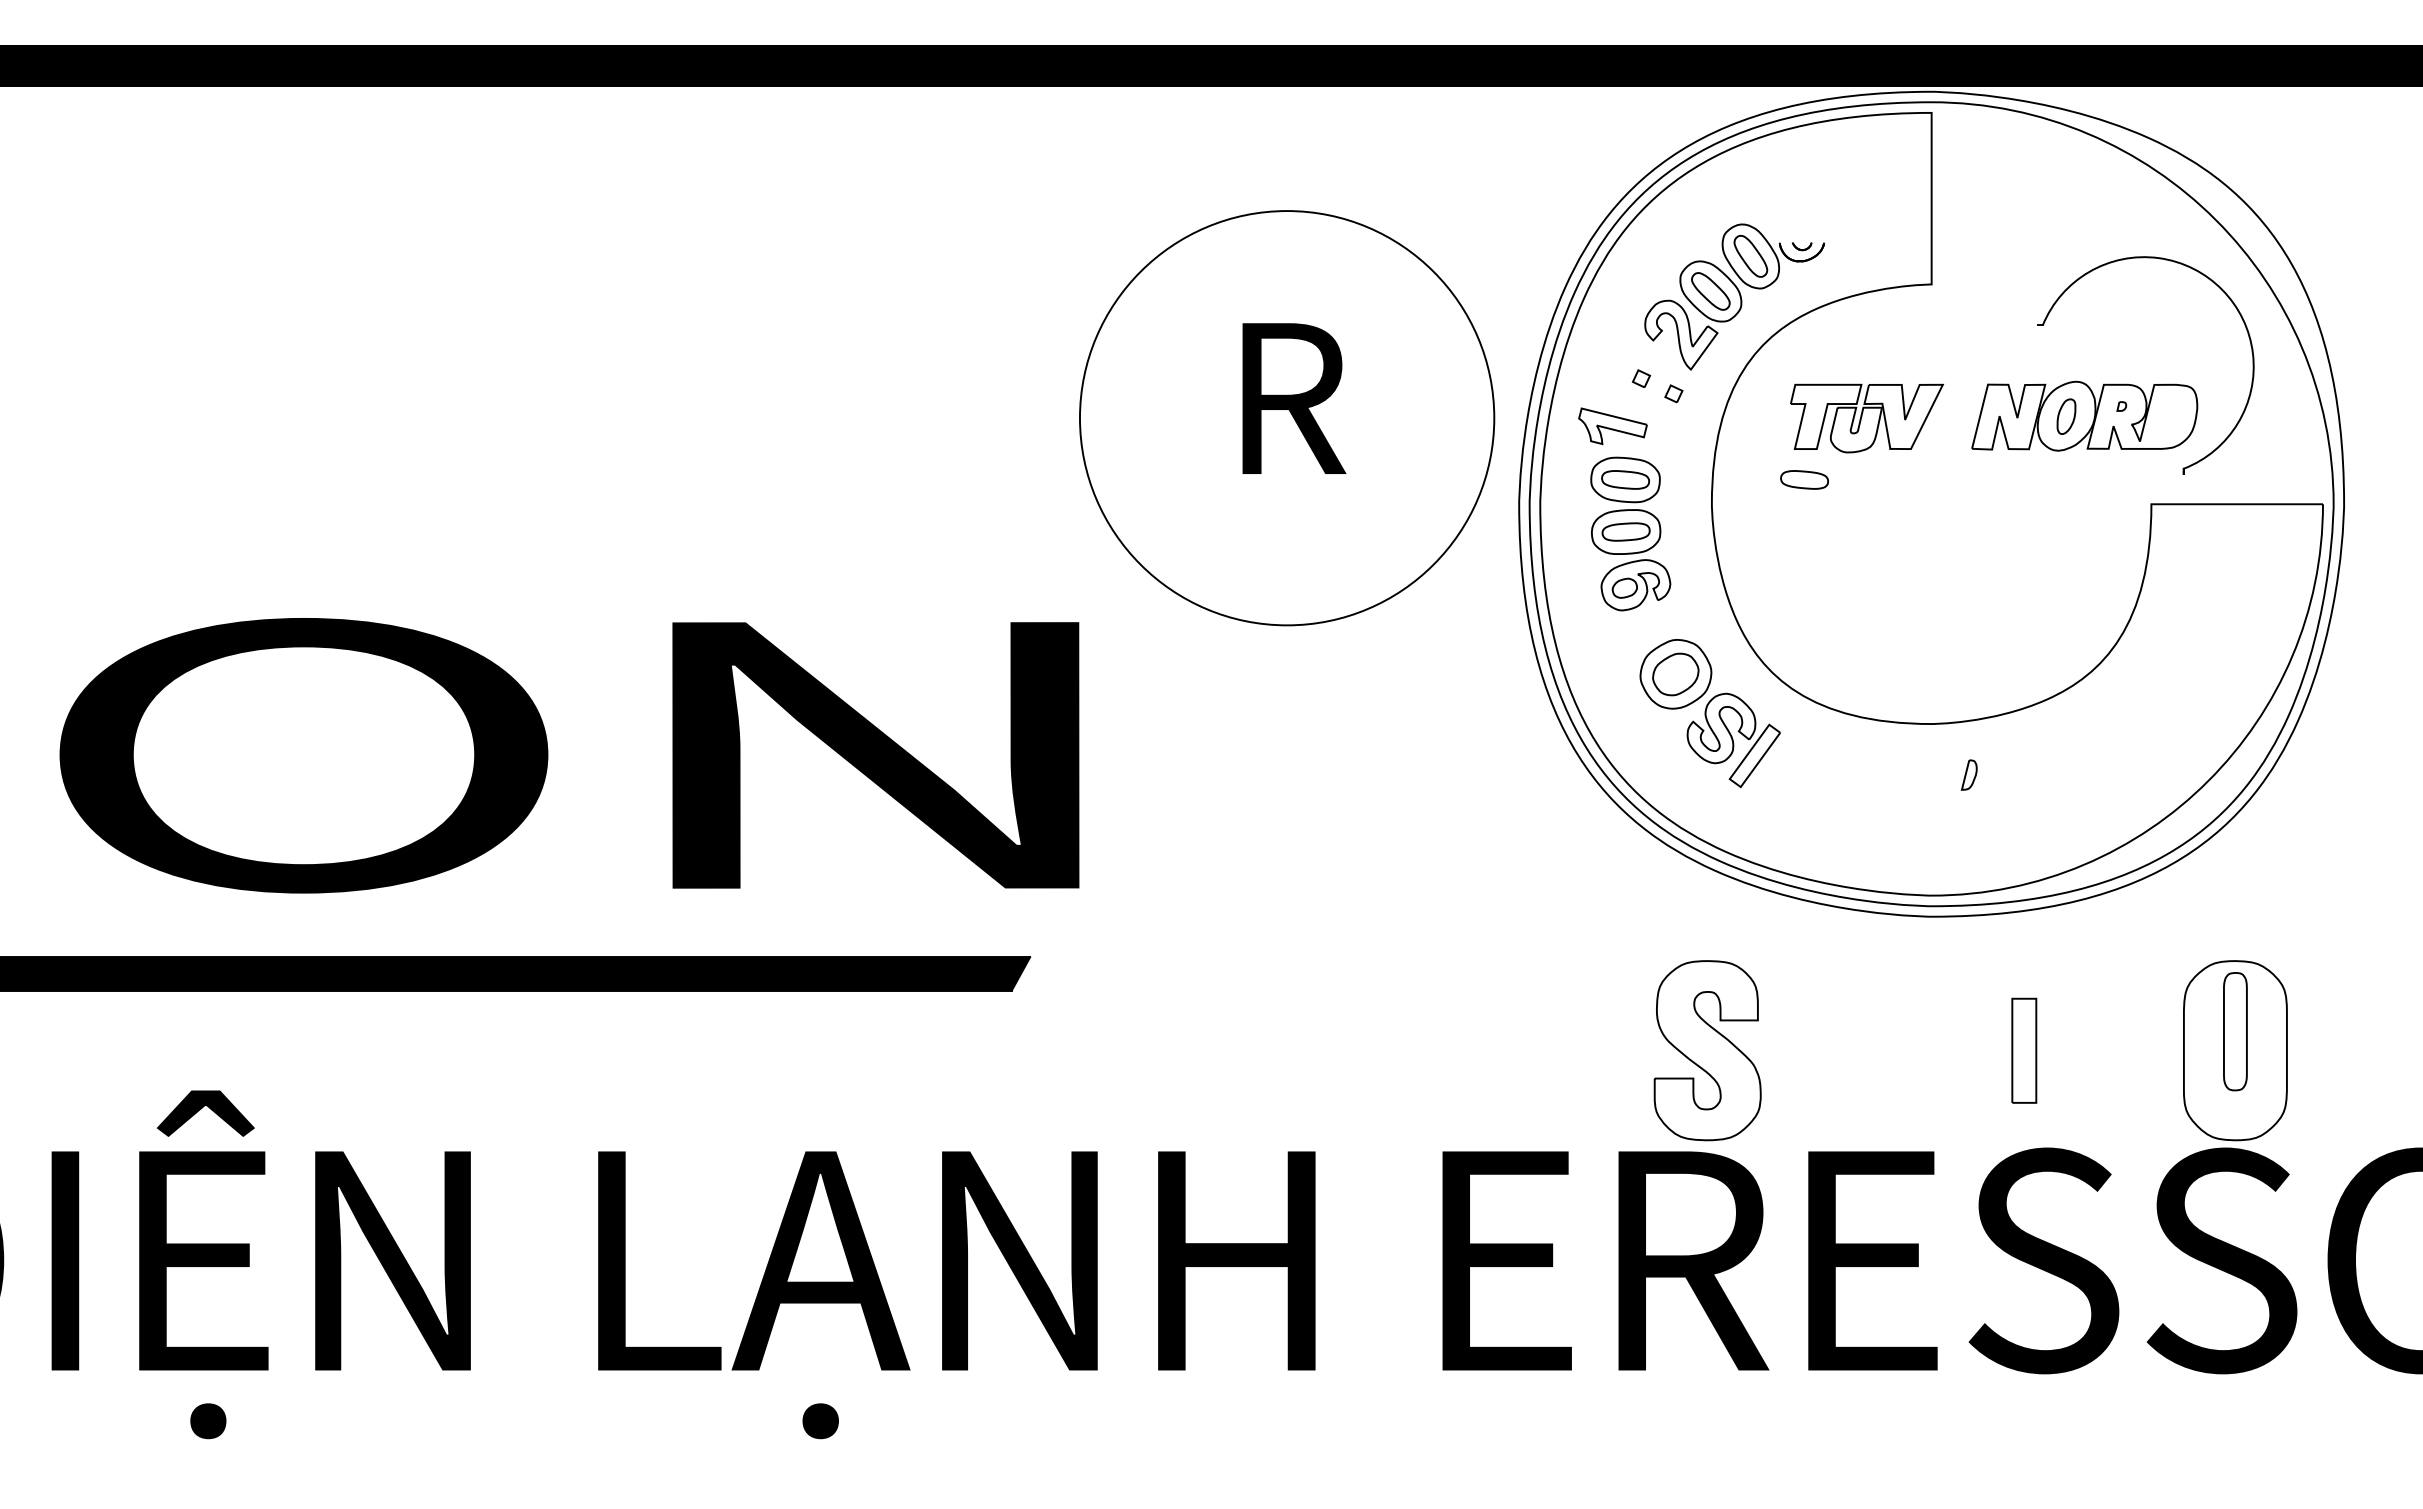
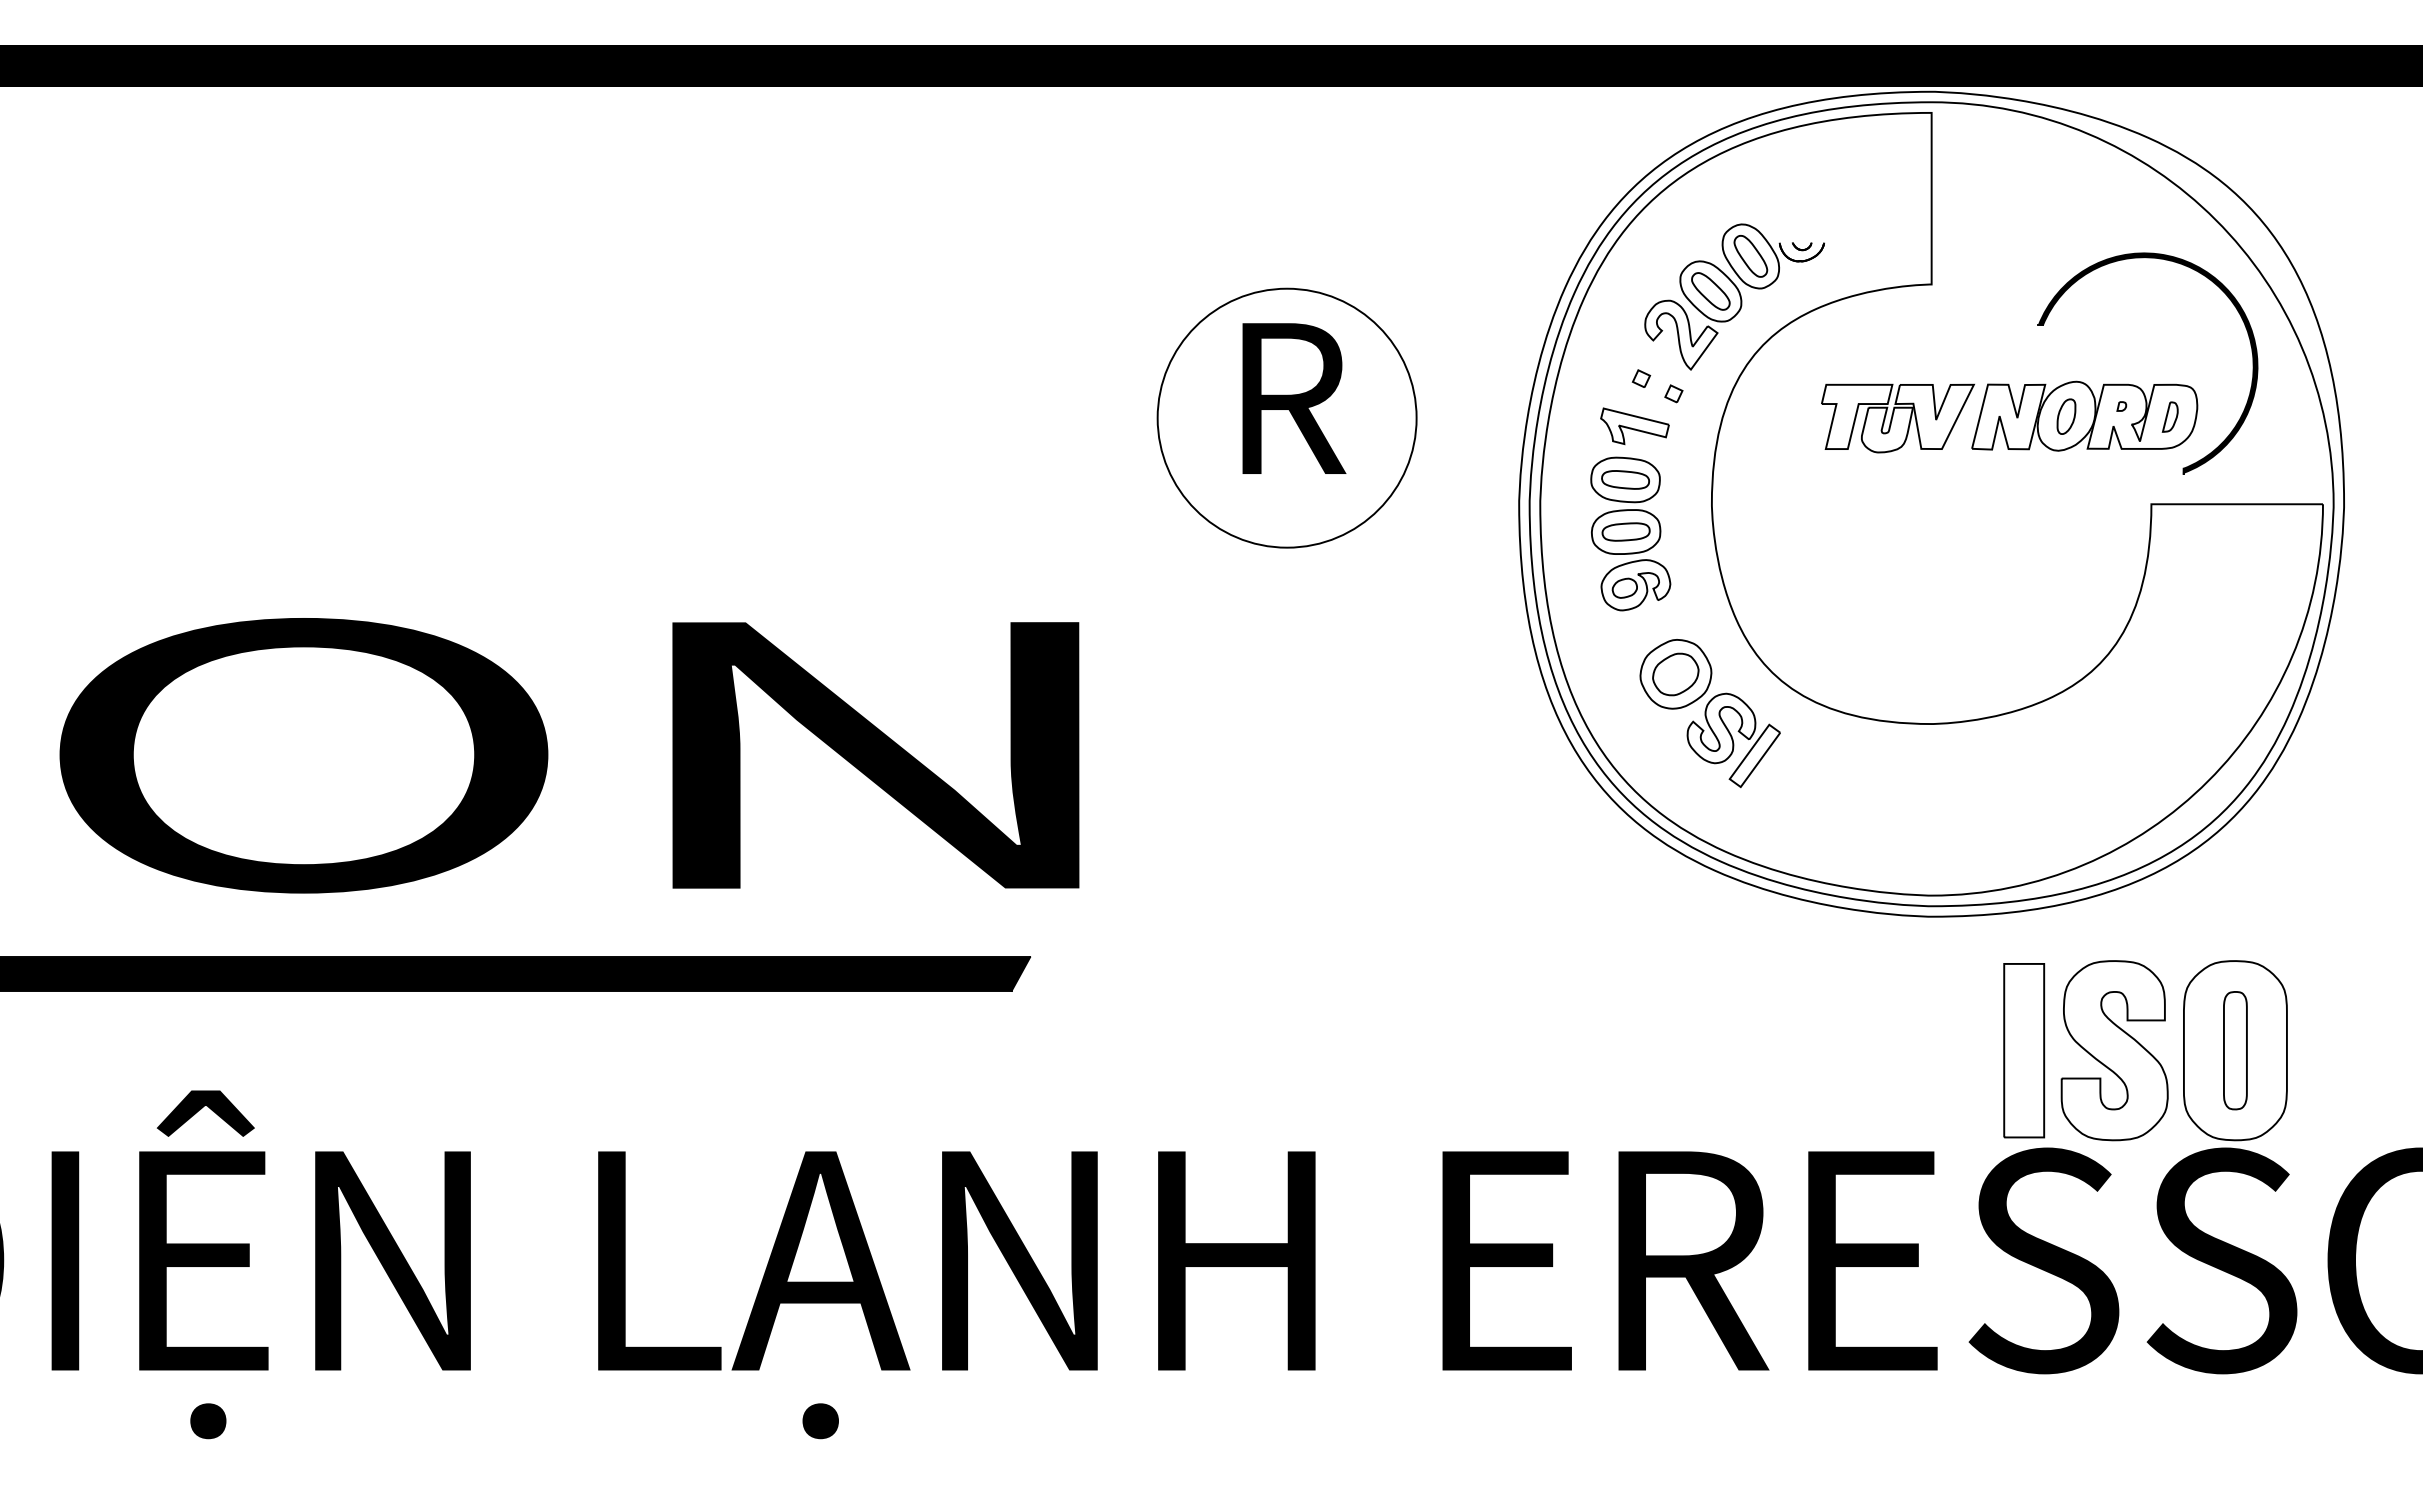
fill at (2147, 362): none -> present
circle at (1286, 418) diameter: 414 px -> 259 px
part at (1866, 418) position: (1866, 418) -> (1897, 418)
part at (1612, 425) position: (1612, 425) -> (1634, 425)
part at (1804, 479): present -> none
part at (1968, 774) position: (1968, 774) -> (2169, 416)
part at (2235, 1031) position: (2235, 1031) -> (2235, 1050)
part at (1707, 1050) position: (1707, 1050) -> (2114, 1050)
part at (2024, 1050) size: 27x107 px -> 43x176 px
